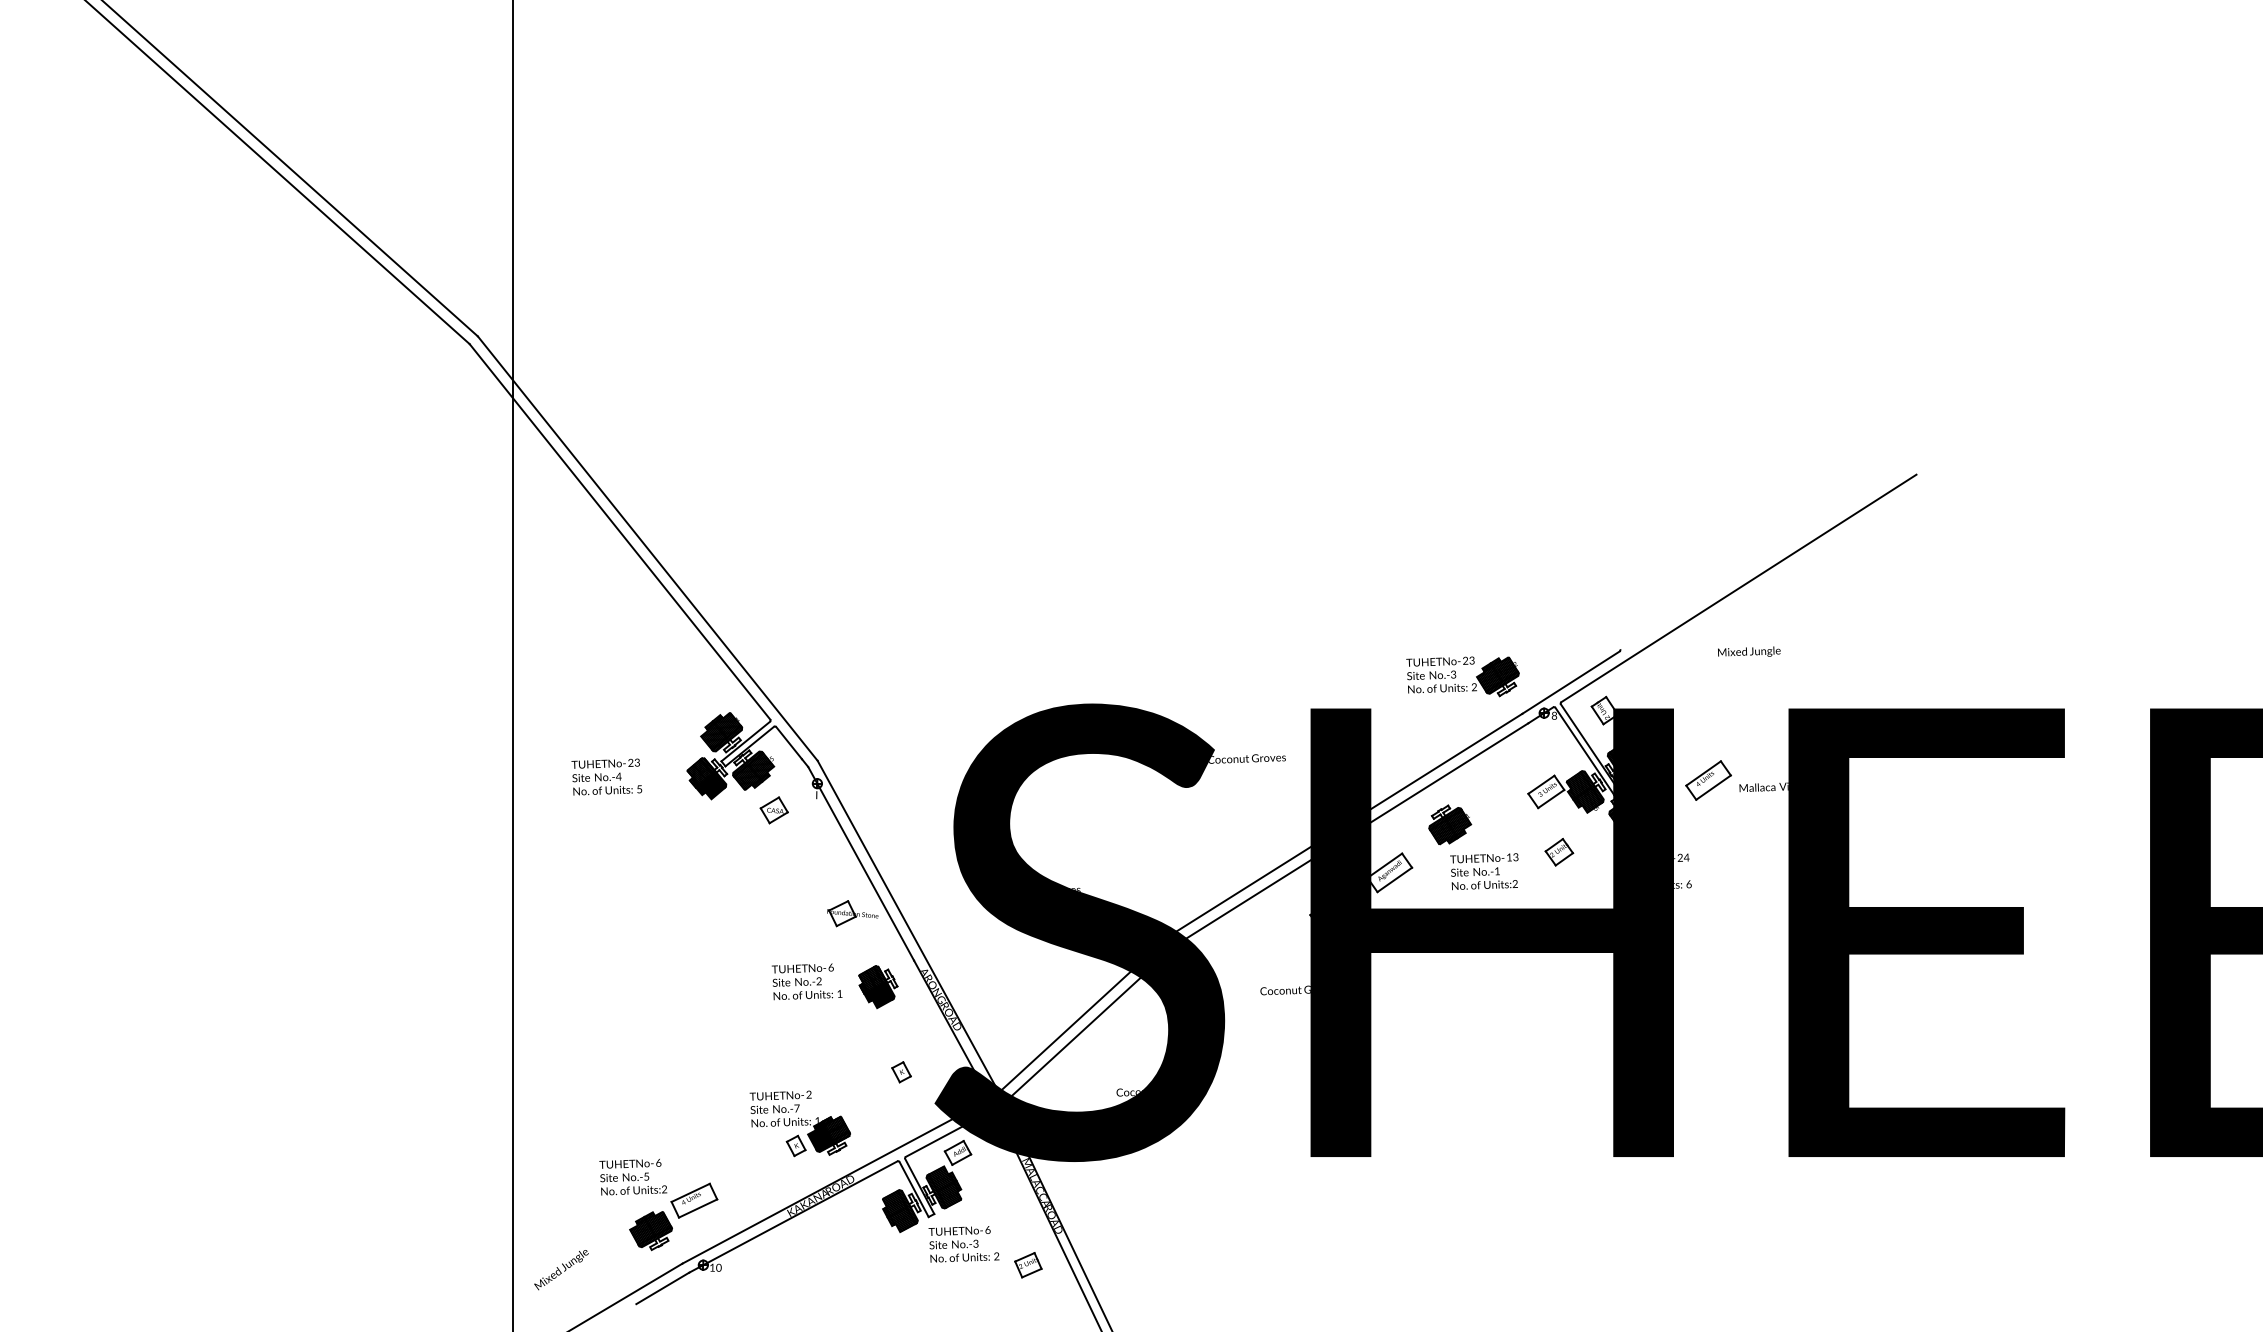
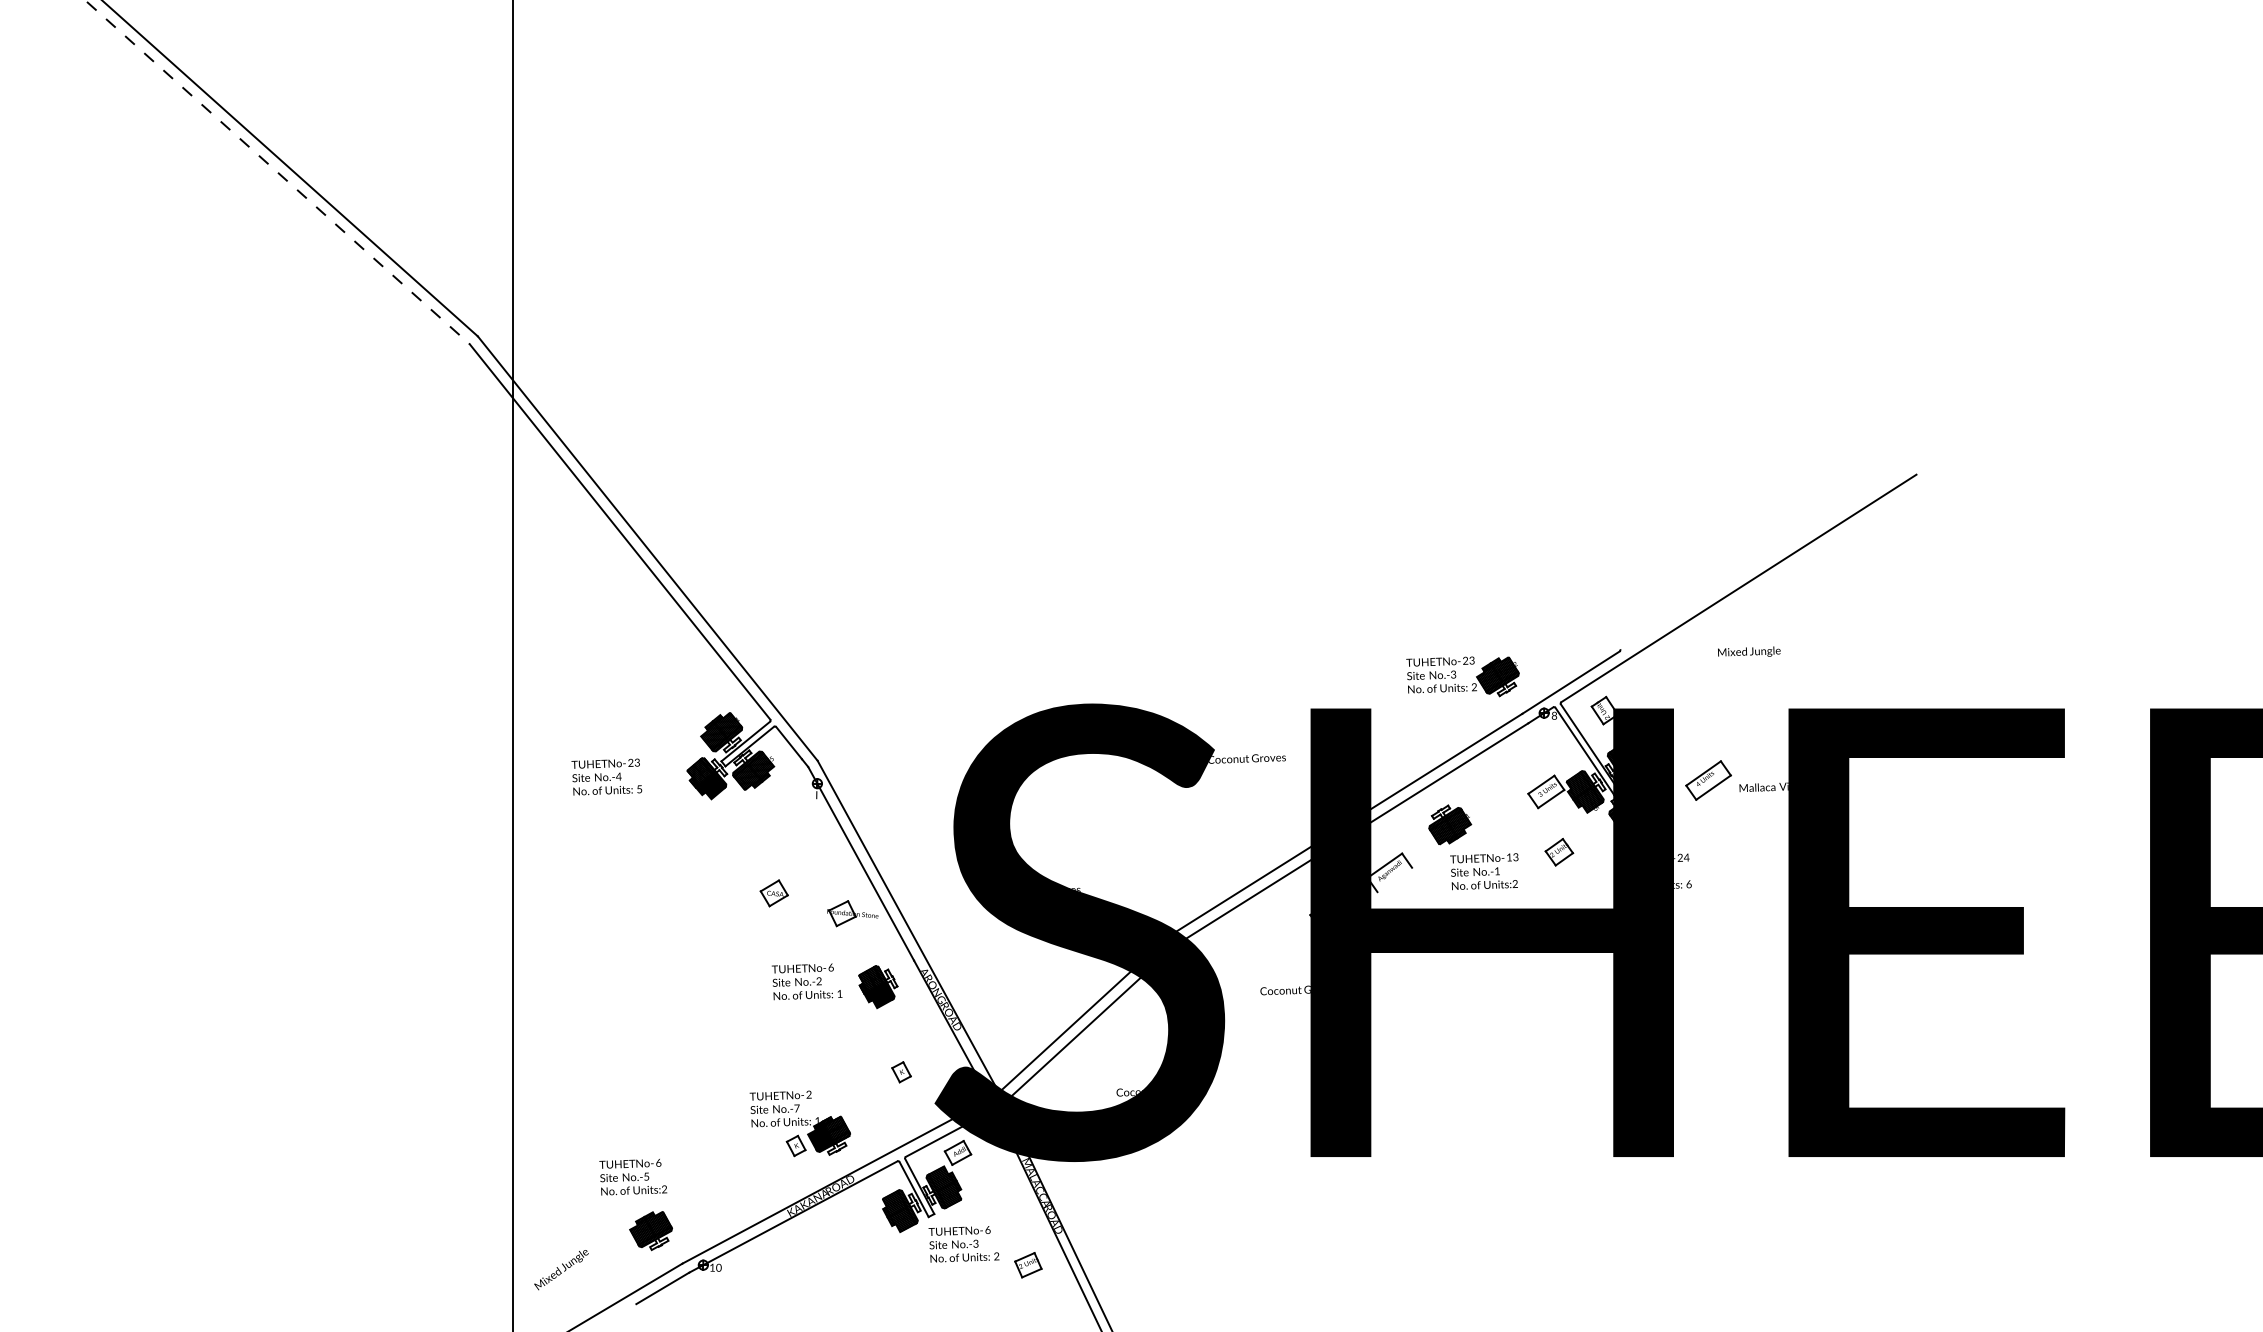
line at (277, 172): solid -> dashed
part at (773, 810) position: (773, 810) -> (773, 893)
line at (1394, 879): present -> none
part at (694, 1200): present -> none
